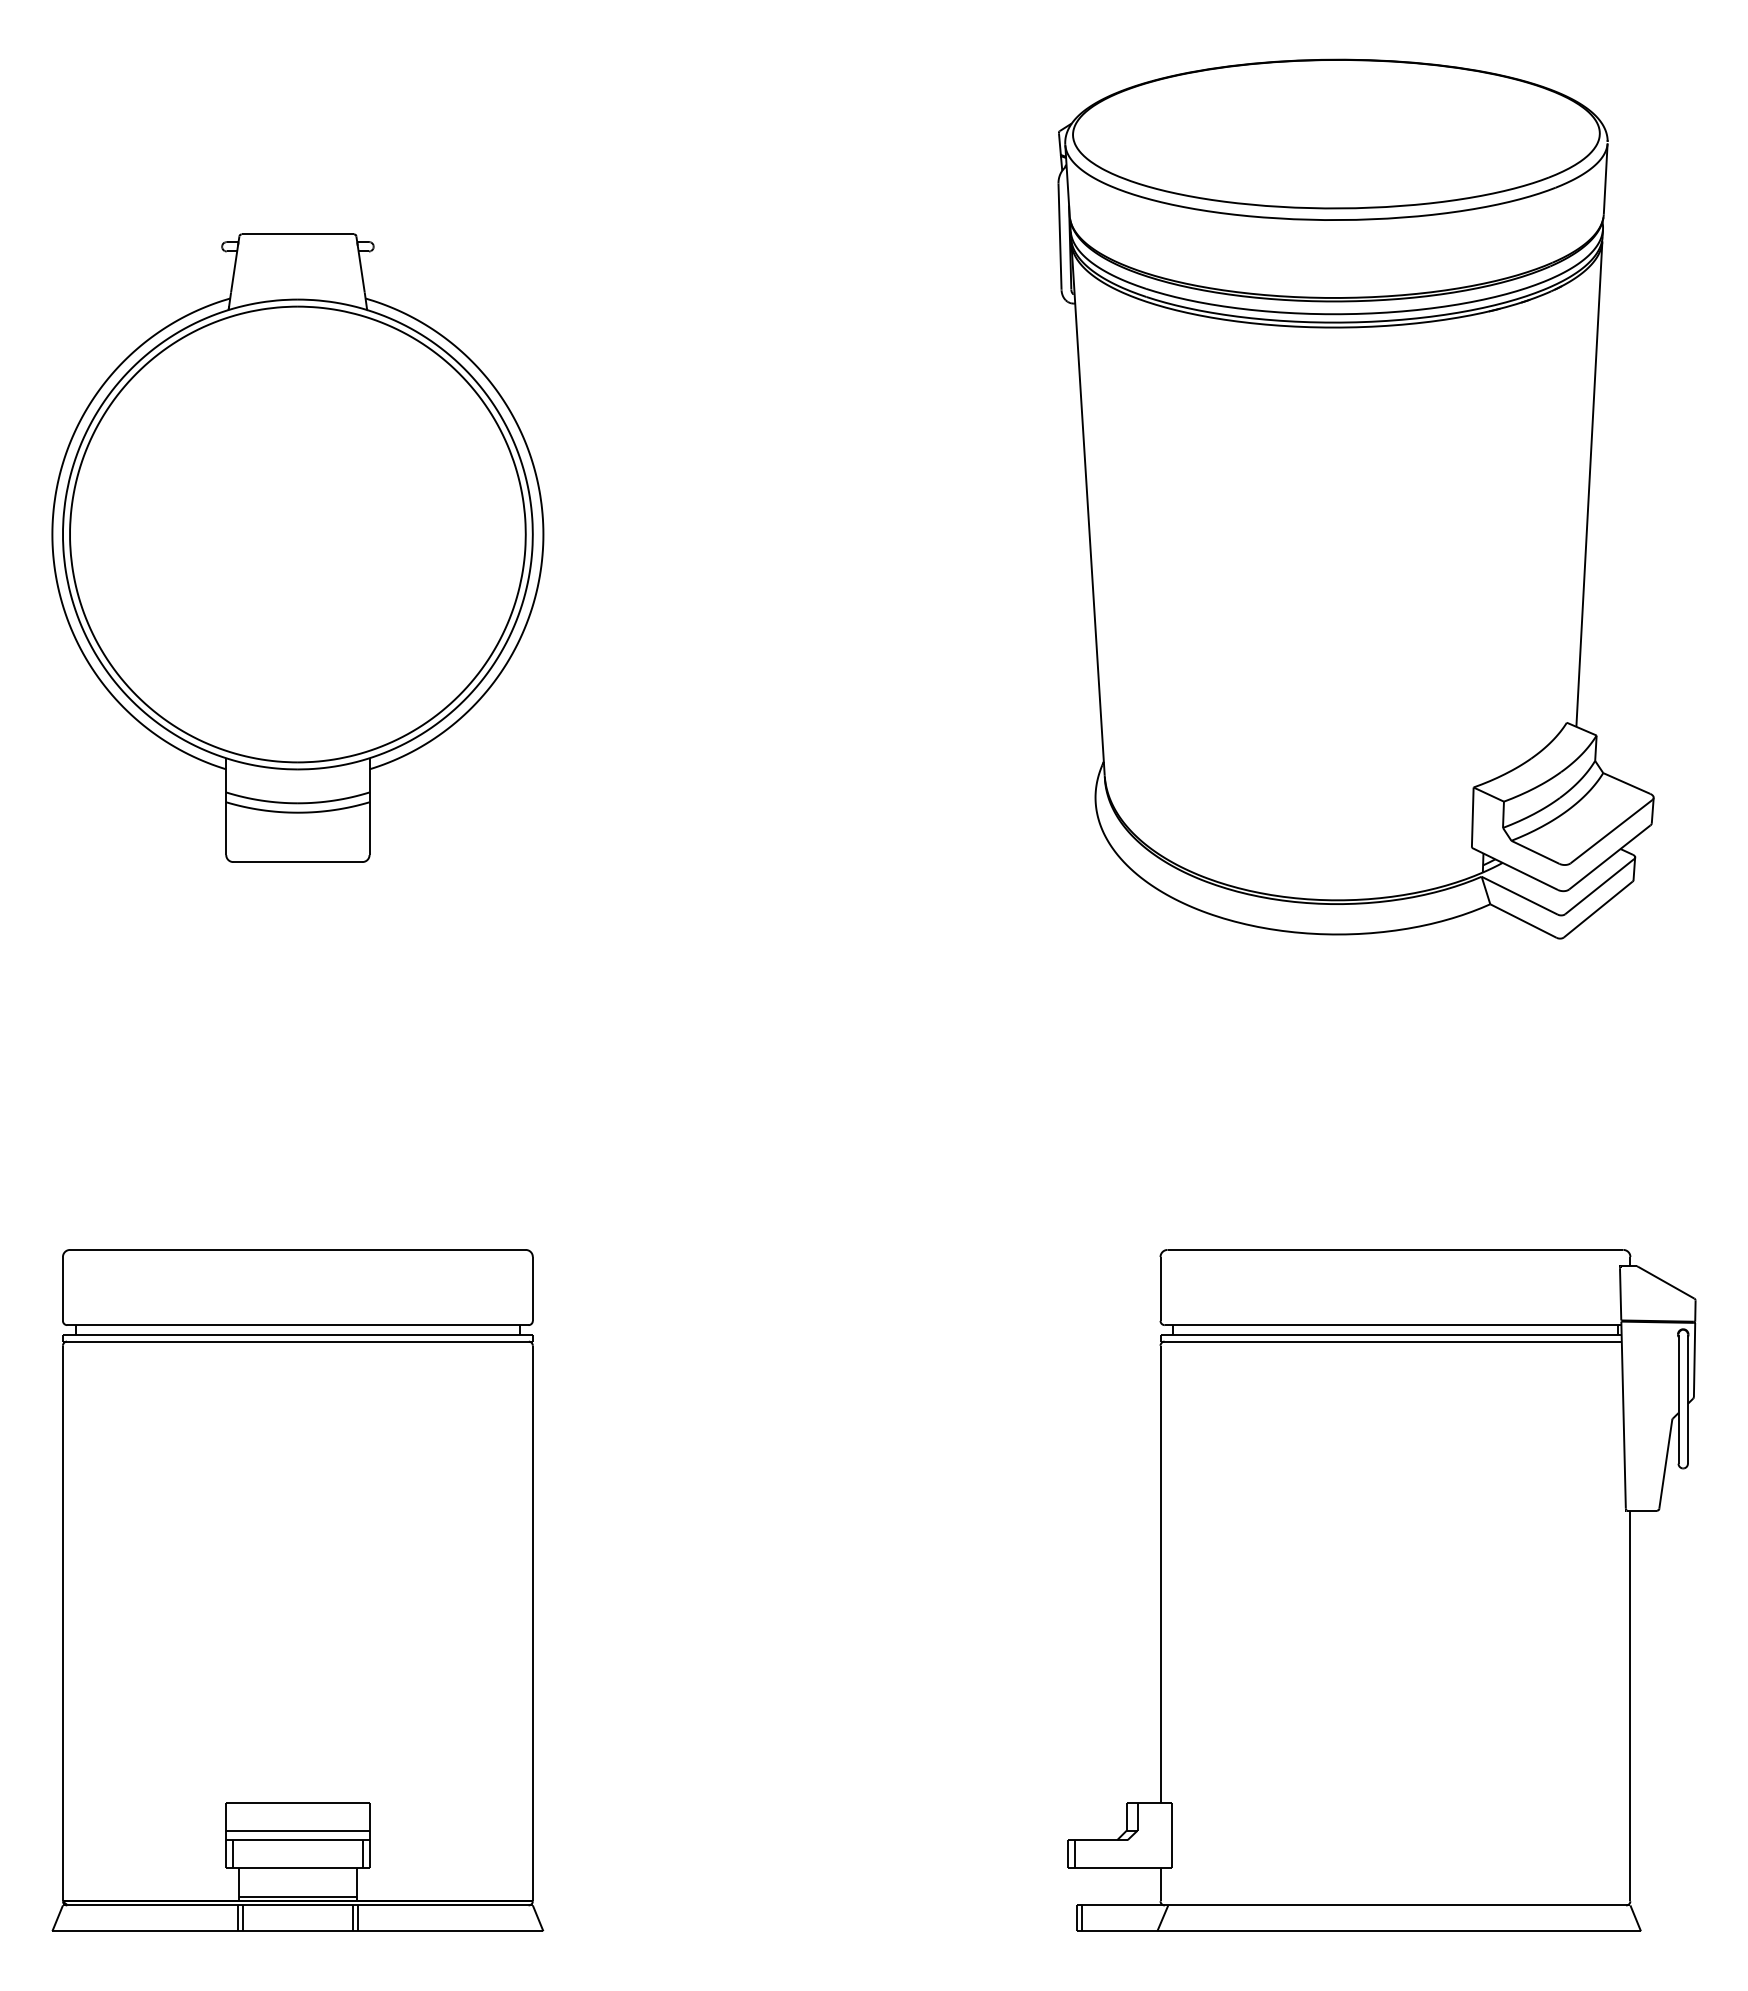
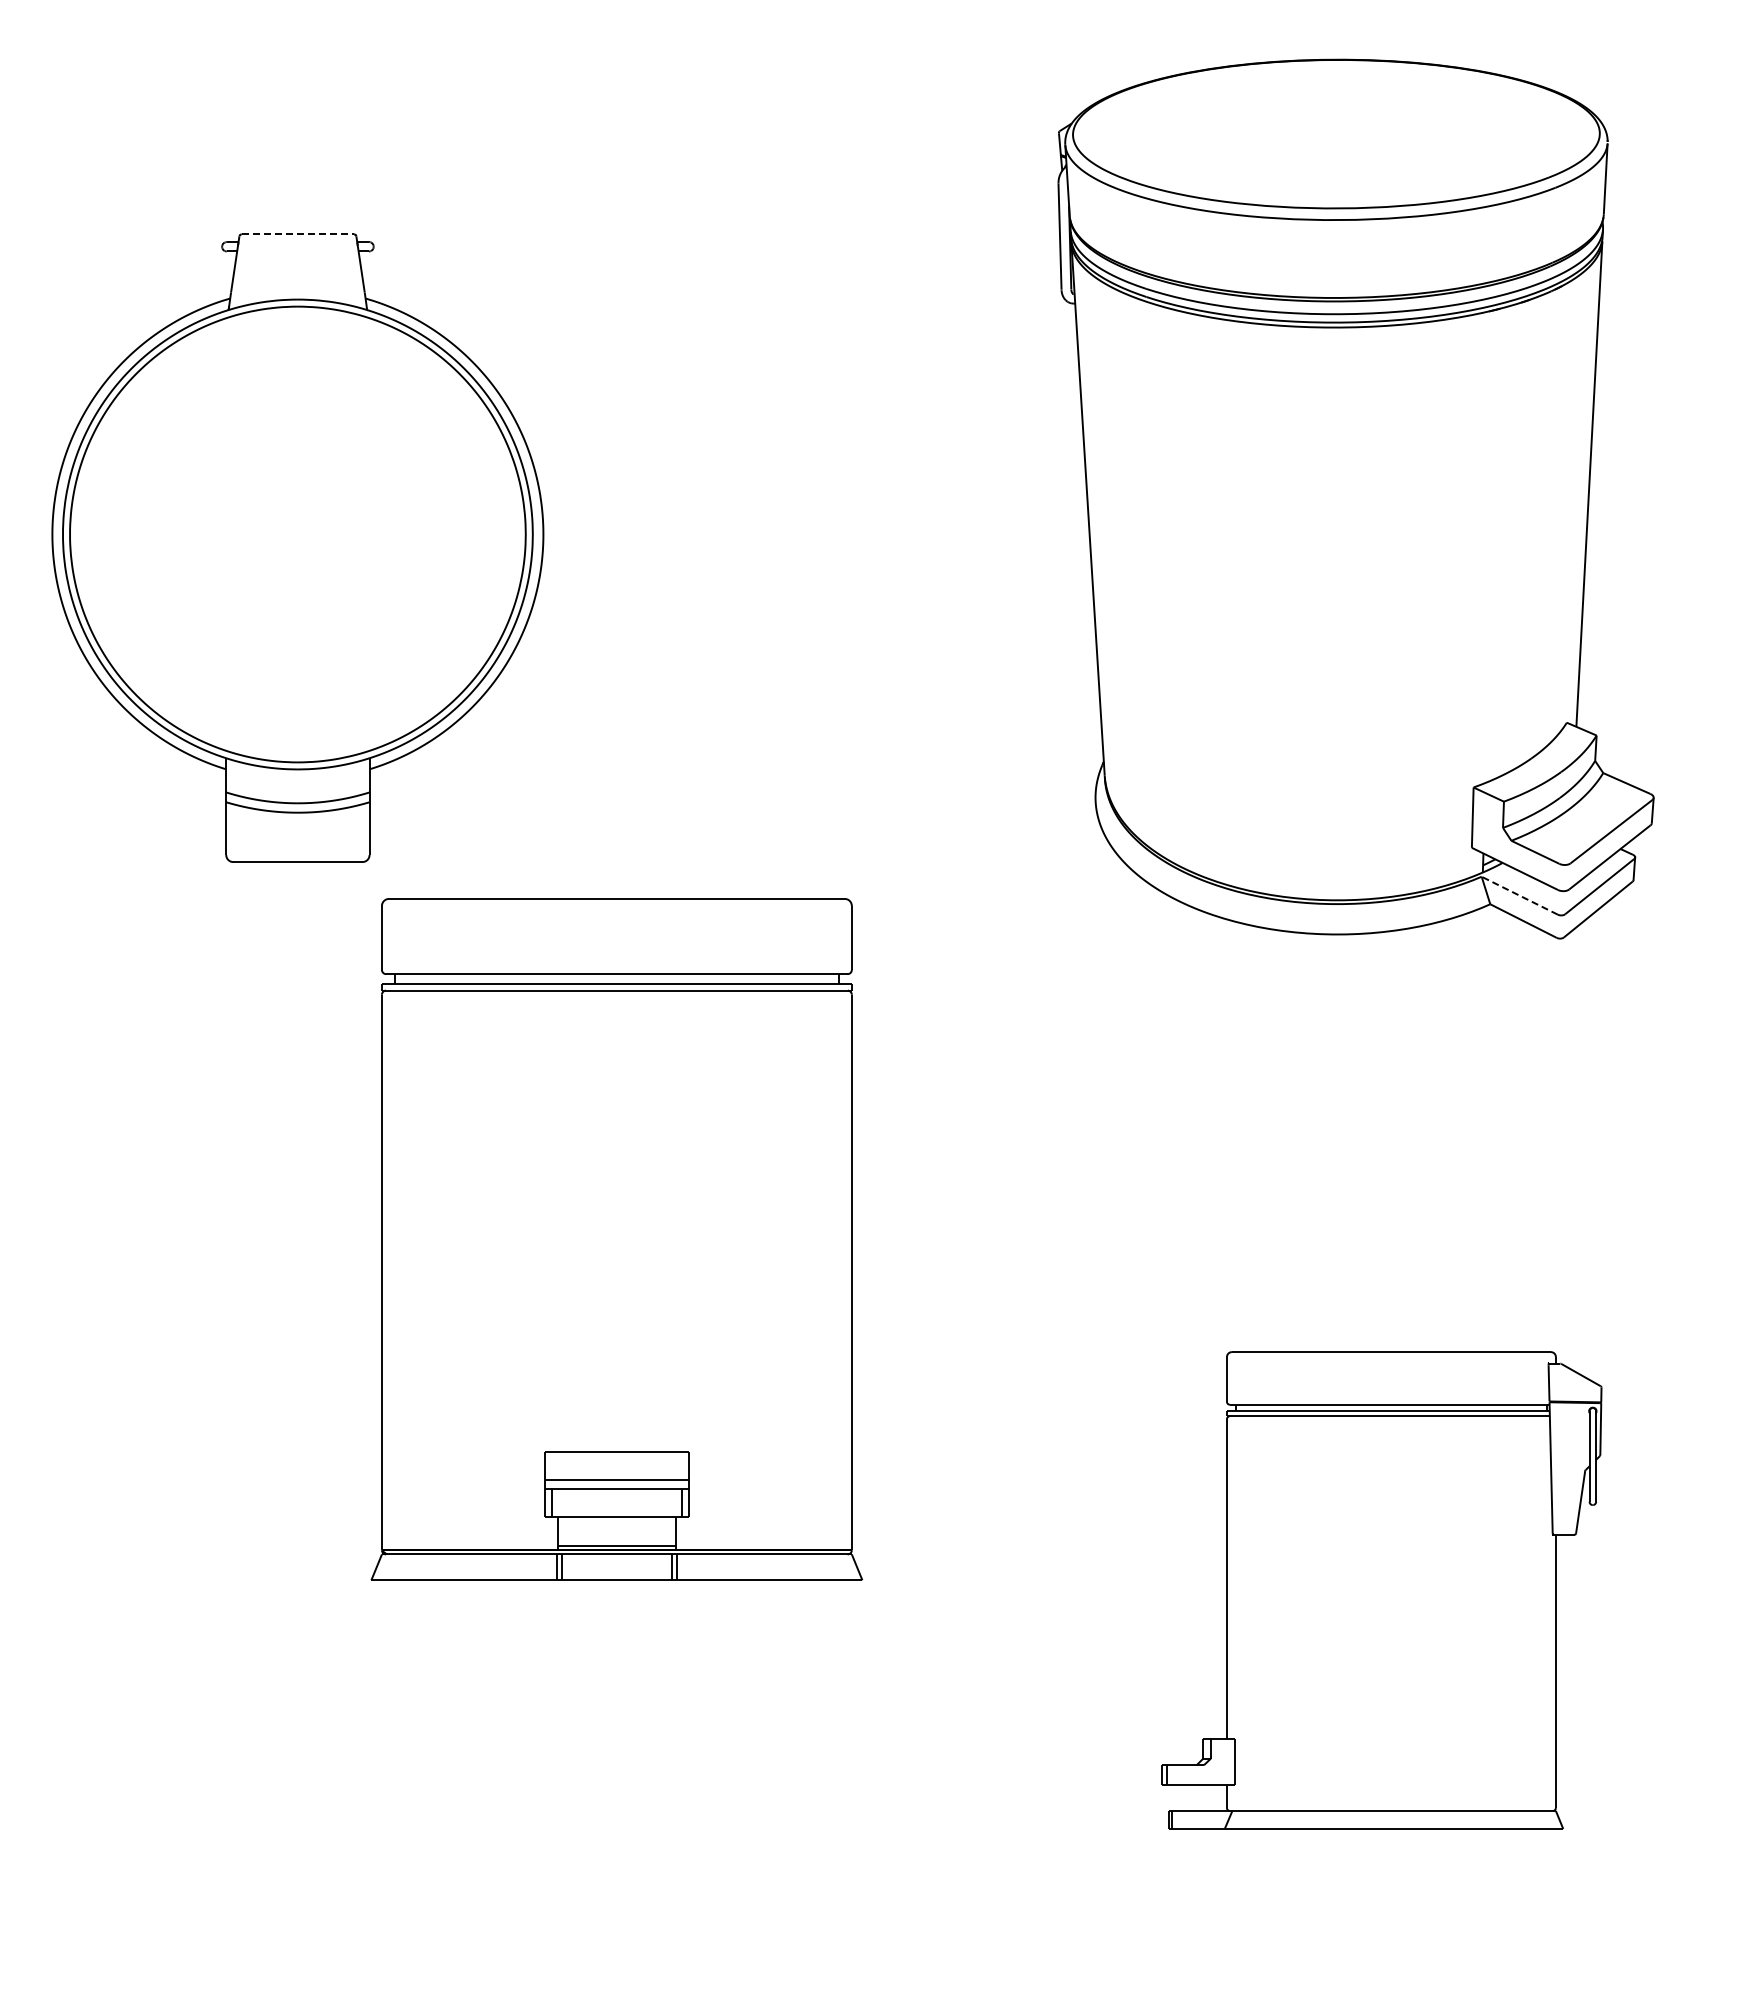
line at (298, 234): solid -> dashed
line at (1519, 895): solid -> dashed
part at (297, 1590) position: (297, 1590) -> (616, 1239)
part at (1381, 1590) size: 630x683 px -> 442x479 px
